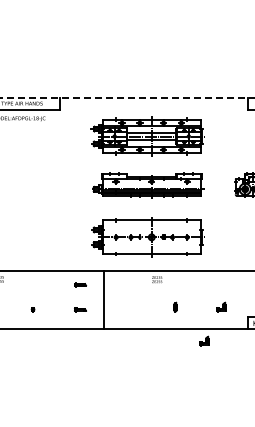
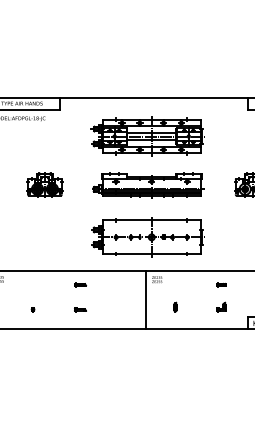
line at (127, 97): dashed -> solid
part at (44, 184): none -> present
part at (221, 284): none -> present
line at (104, 300) position: (104, 300) -> (146, 300)
part at (204, 340): present -> none
